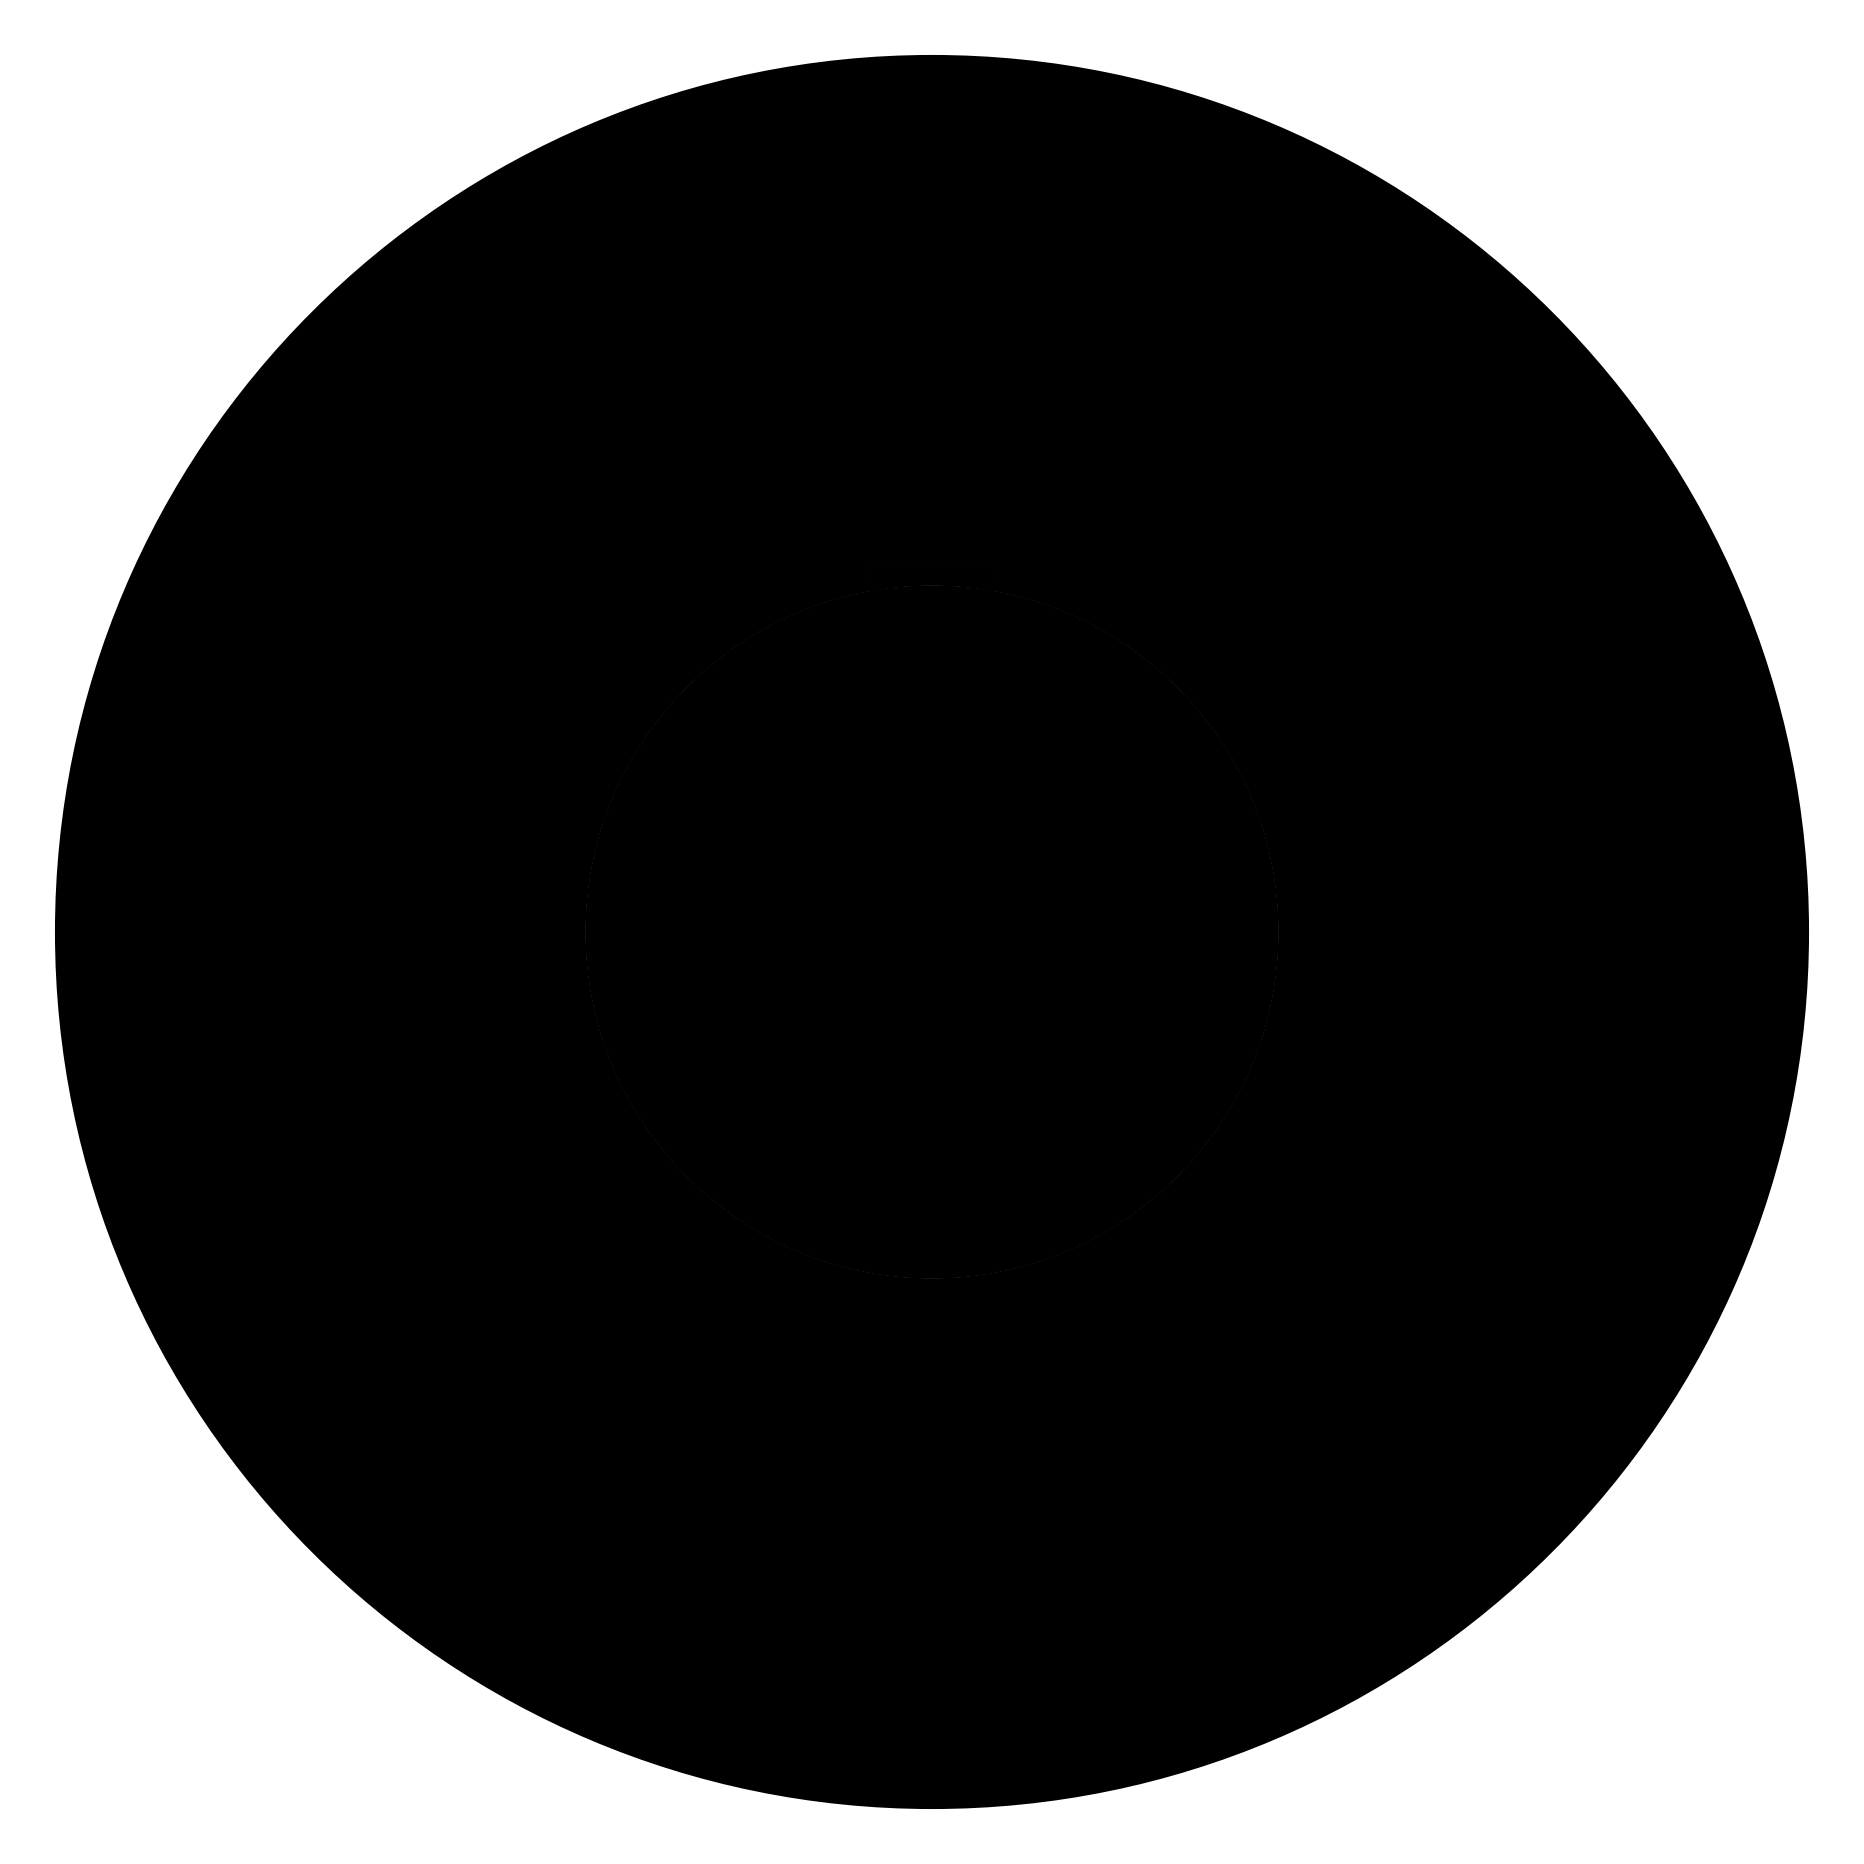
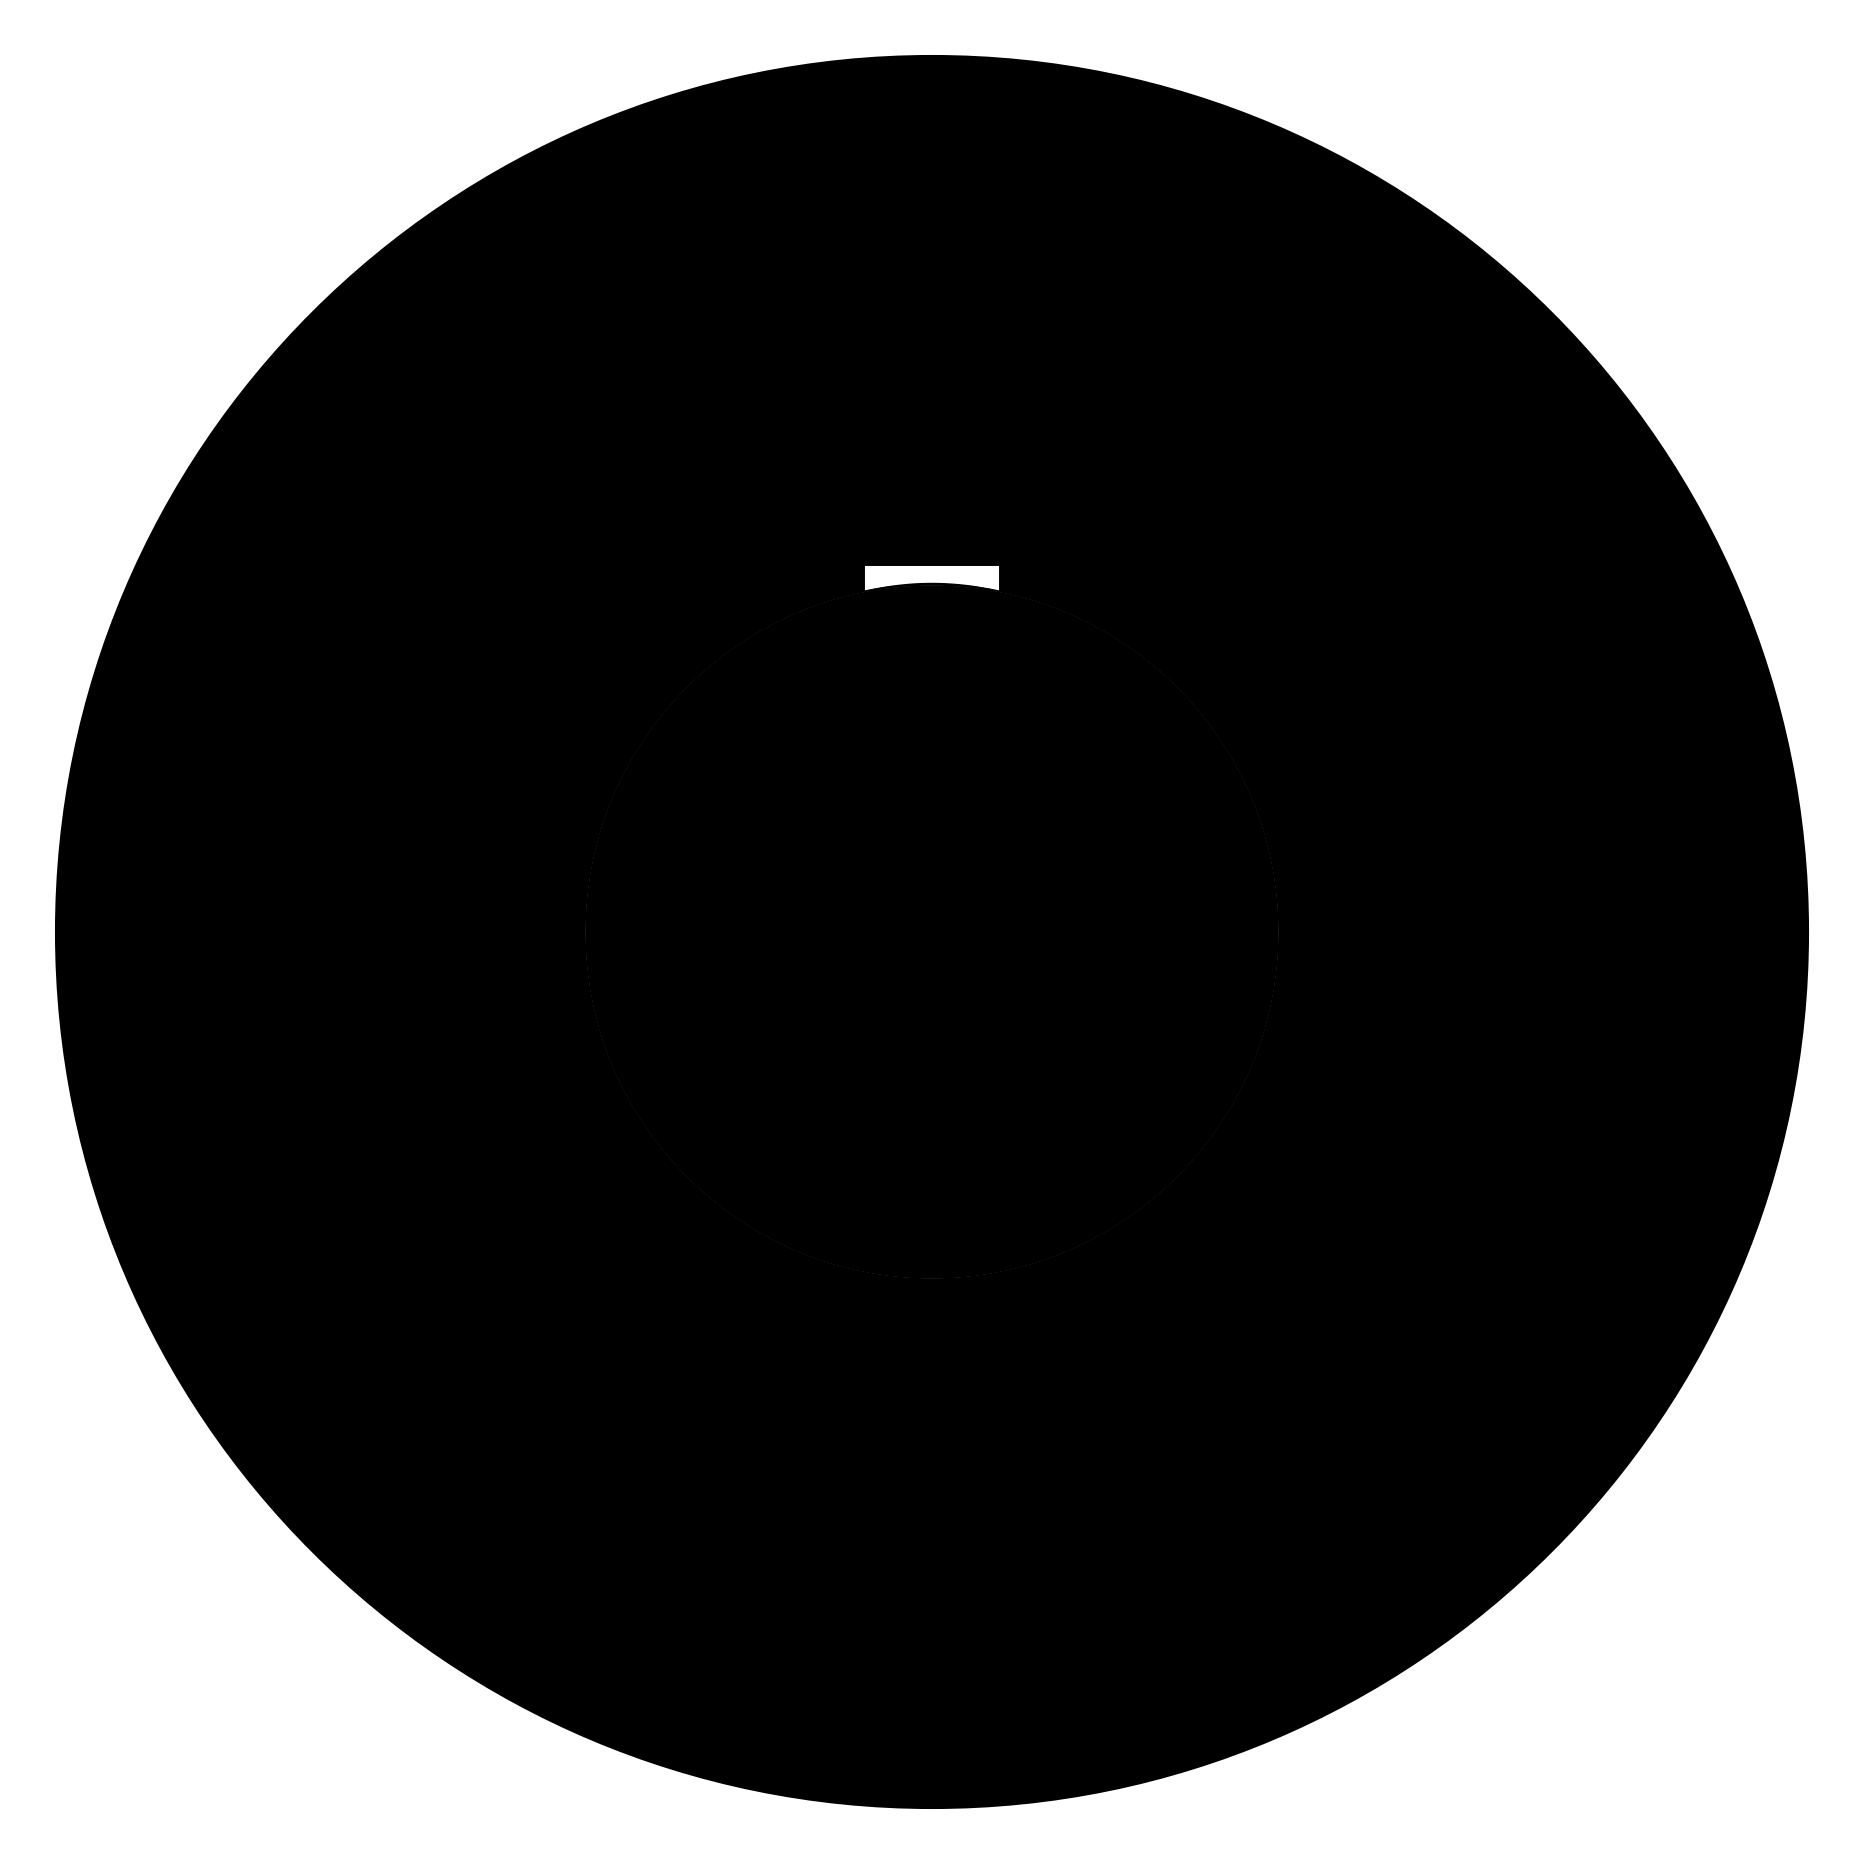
fill at (931, 578): present -> none
